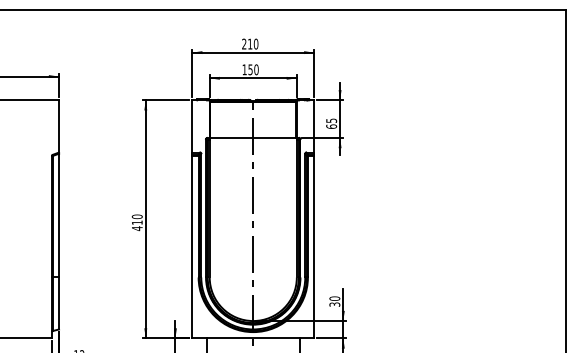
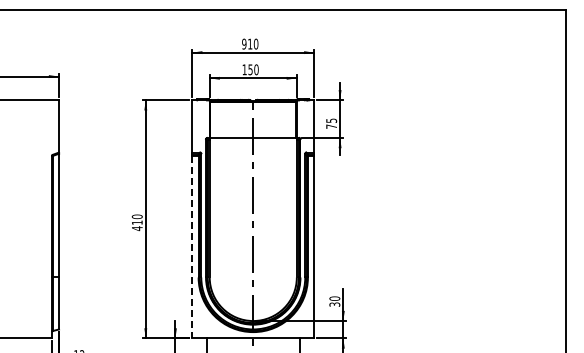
text at (244, 43): 210 -> 910
text at (331, 126): 65 -> 75
line at (192, 247): solid -> dashed
